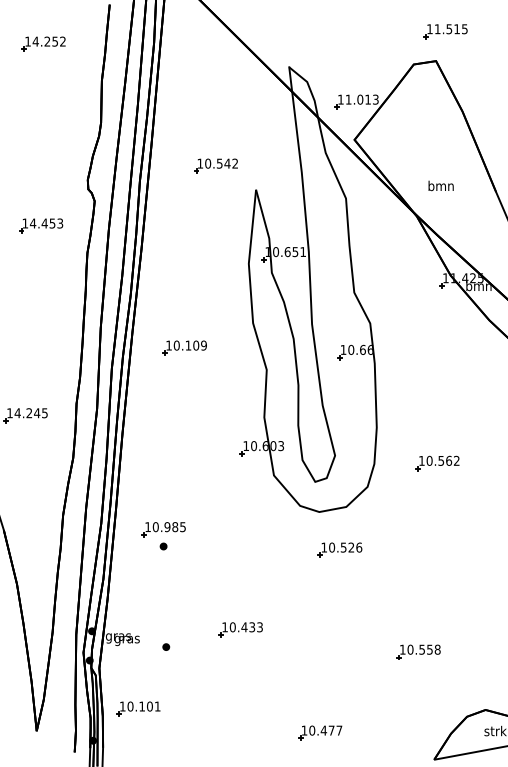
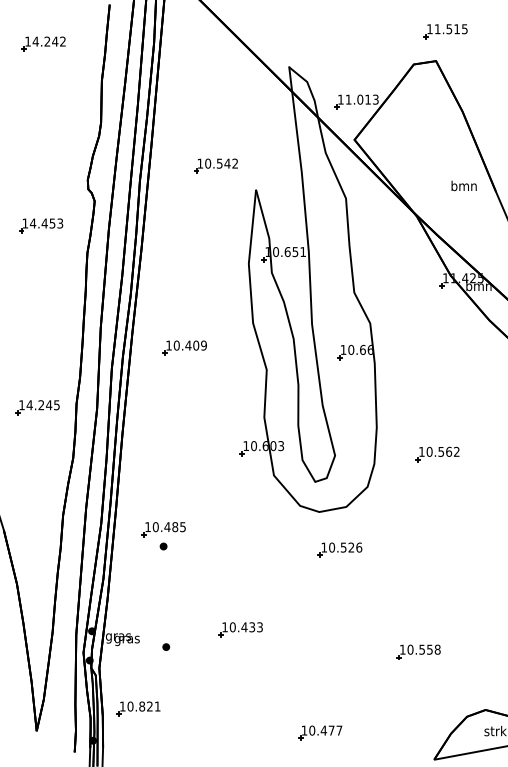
text at (55, 41): 14.252 -> 14.242
text at (440, 185) position: (440, 185) -> (463, 185)
text at (188, 345): 10.109 -> 10.409
part at (25, 415) position: (25, 415) -> (37, 407)
part at (437, 463) position: (437, 463) -> (437, 454)
text at (167, 527): 10.985 -> 10.485
text at (145, 706): 10.101 -> 10.821
